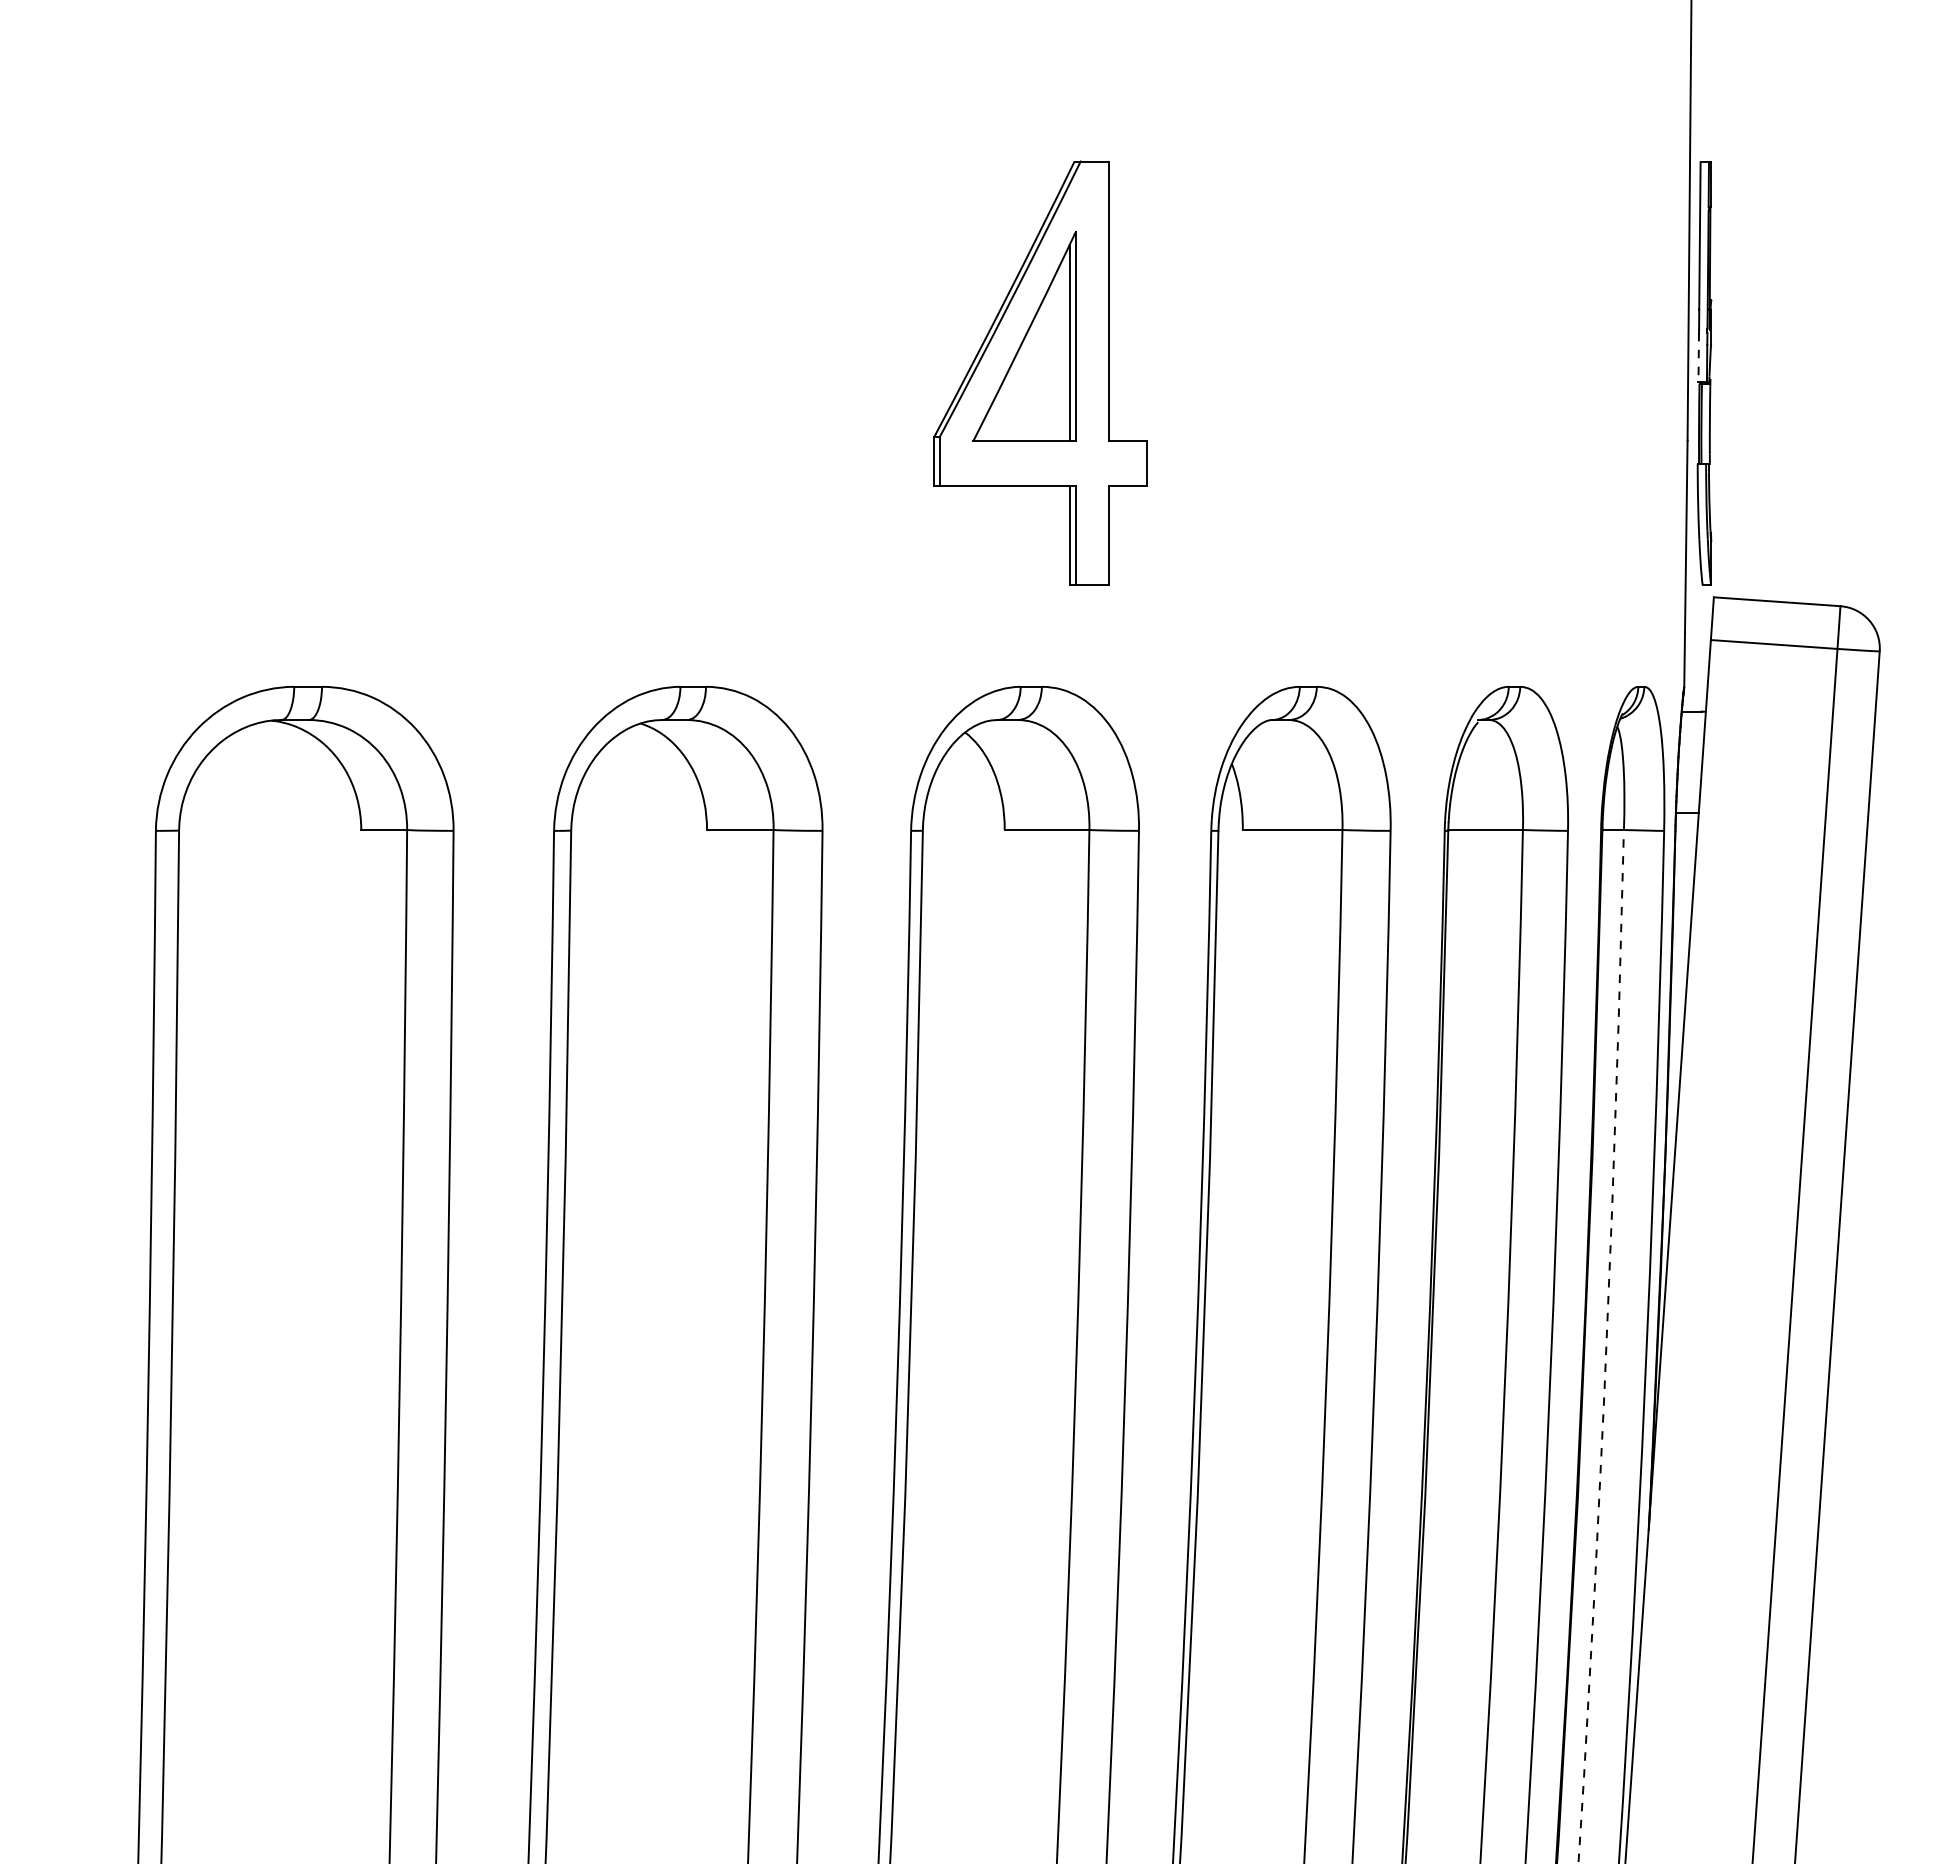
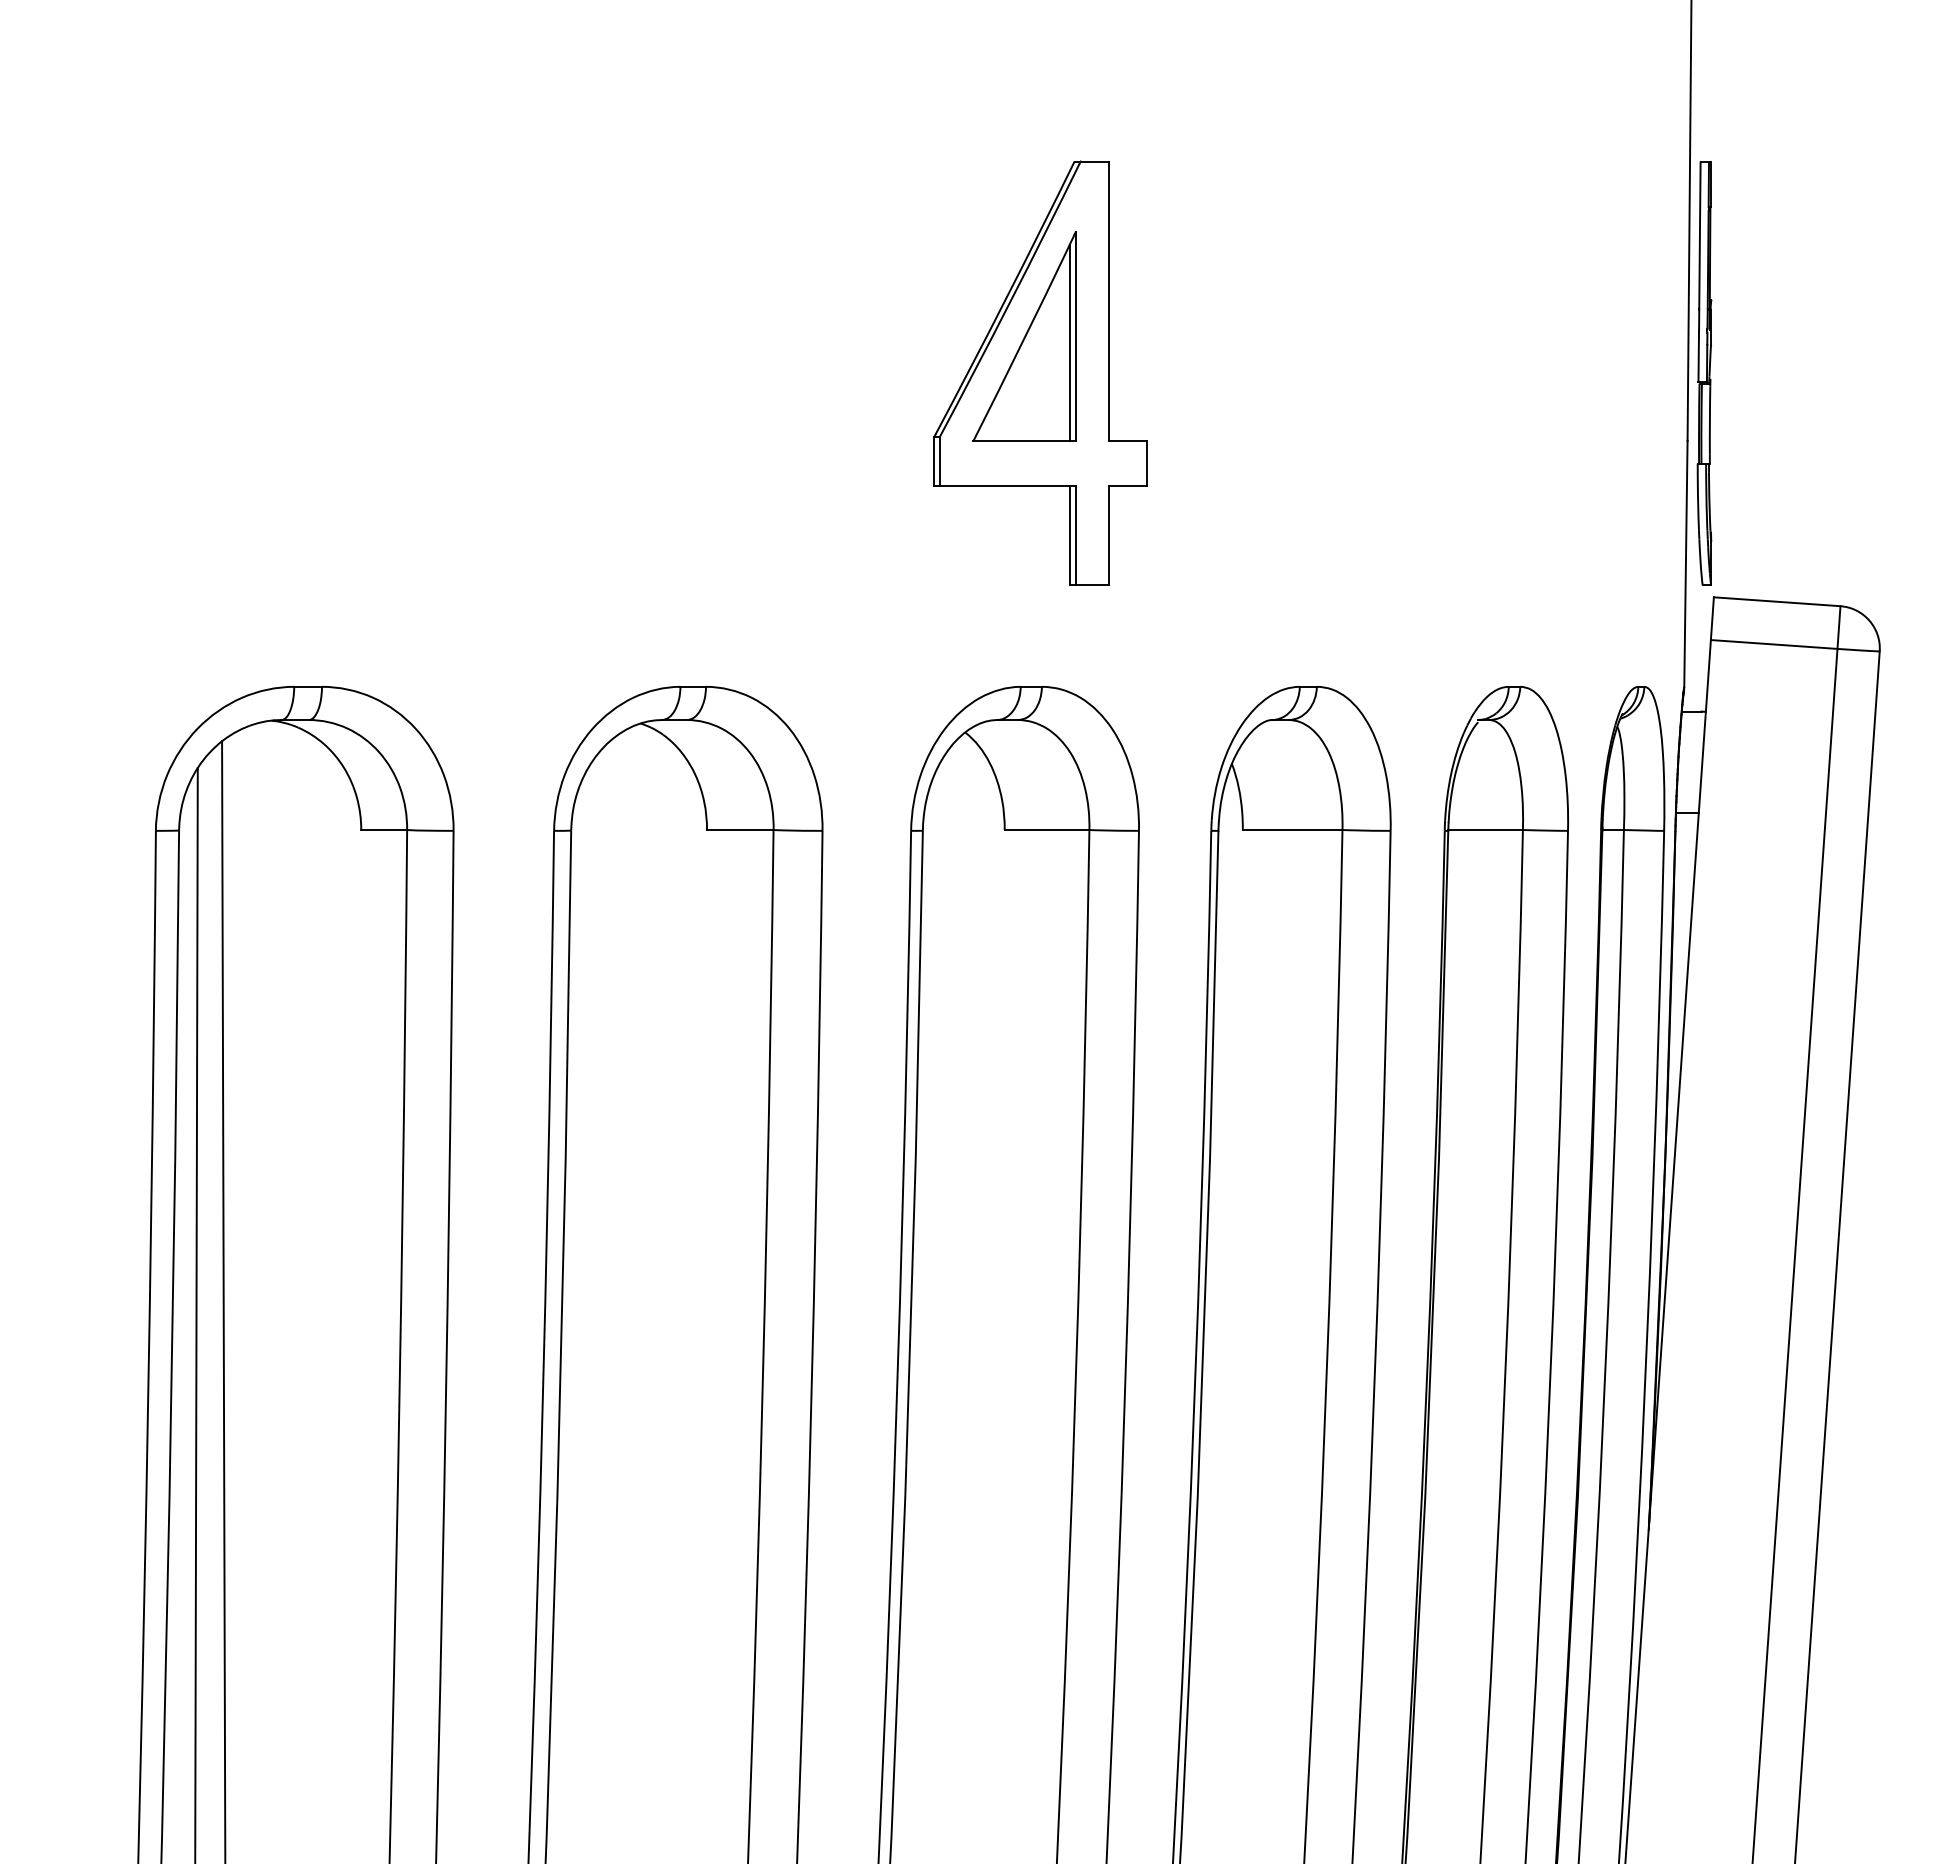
line at (1698, 357): dashed -> solid
line at (223, 1300): none -> present
line at (196, 1314): none -> present
arc at (1606, 1347): dashed -> solid
